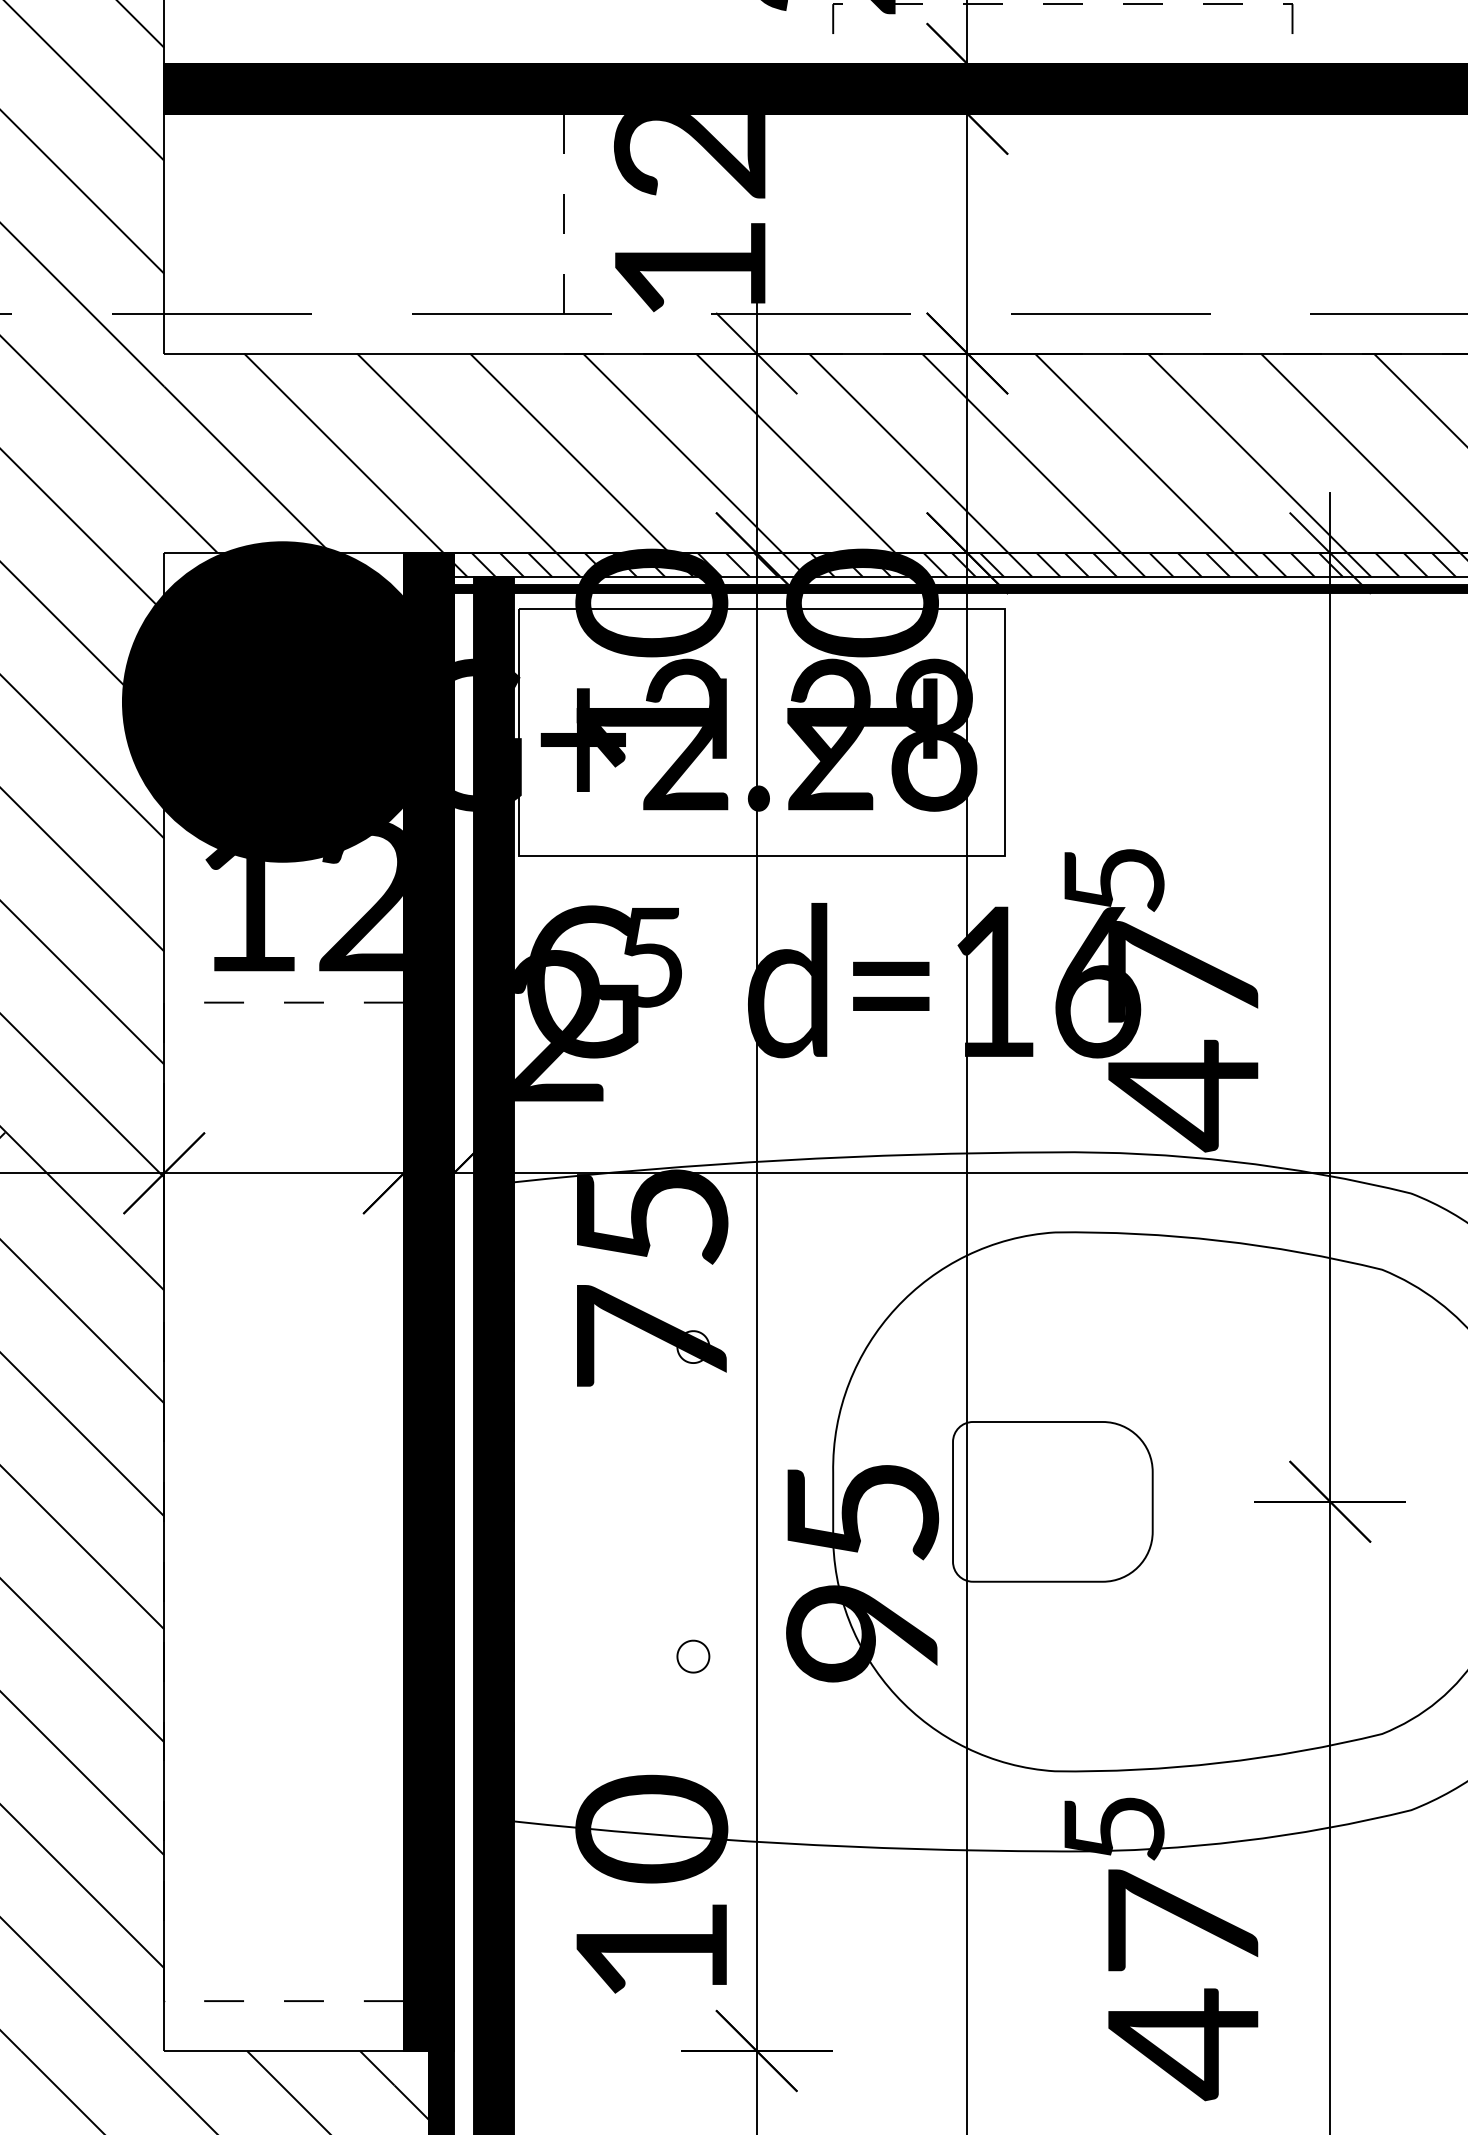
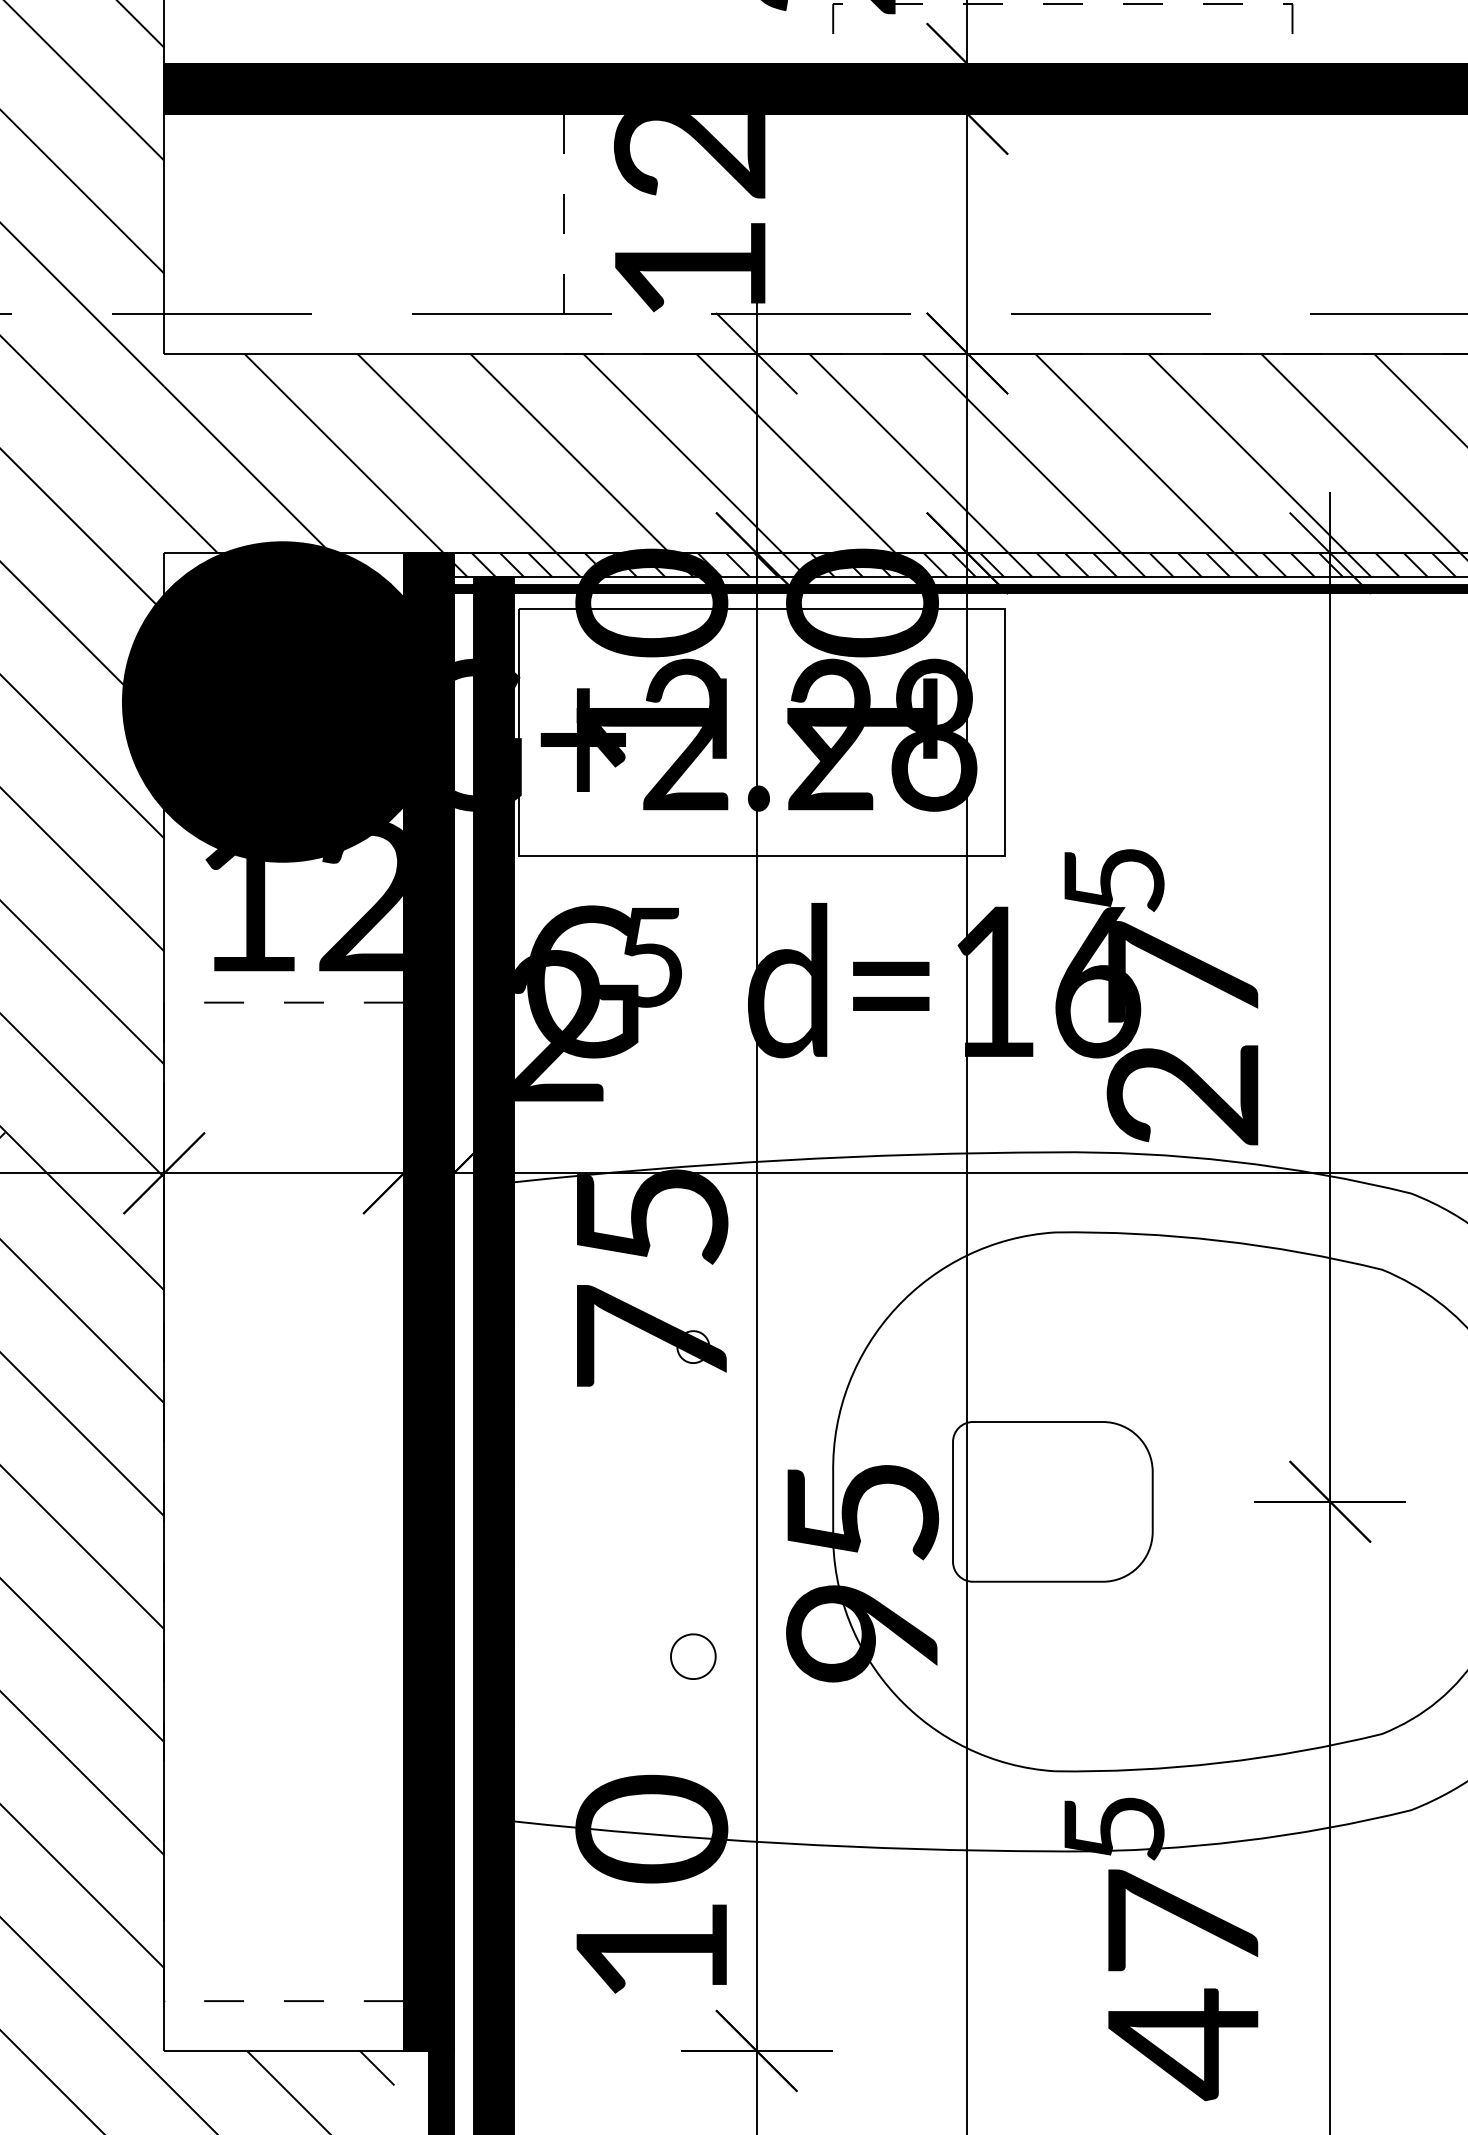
text at (1182, 1095): 47 -> 27
part at (693, 1656) size: 35x35 px -> 47x47 px
hatch at (411, 2102): present -> none
